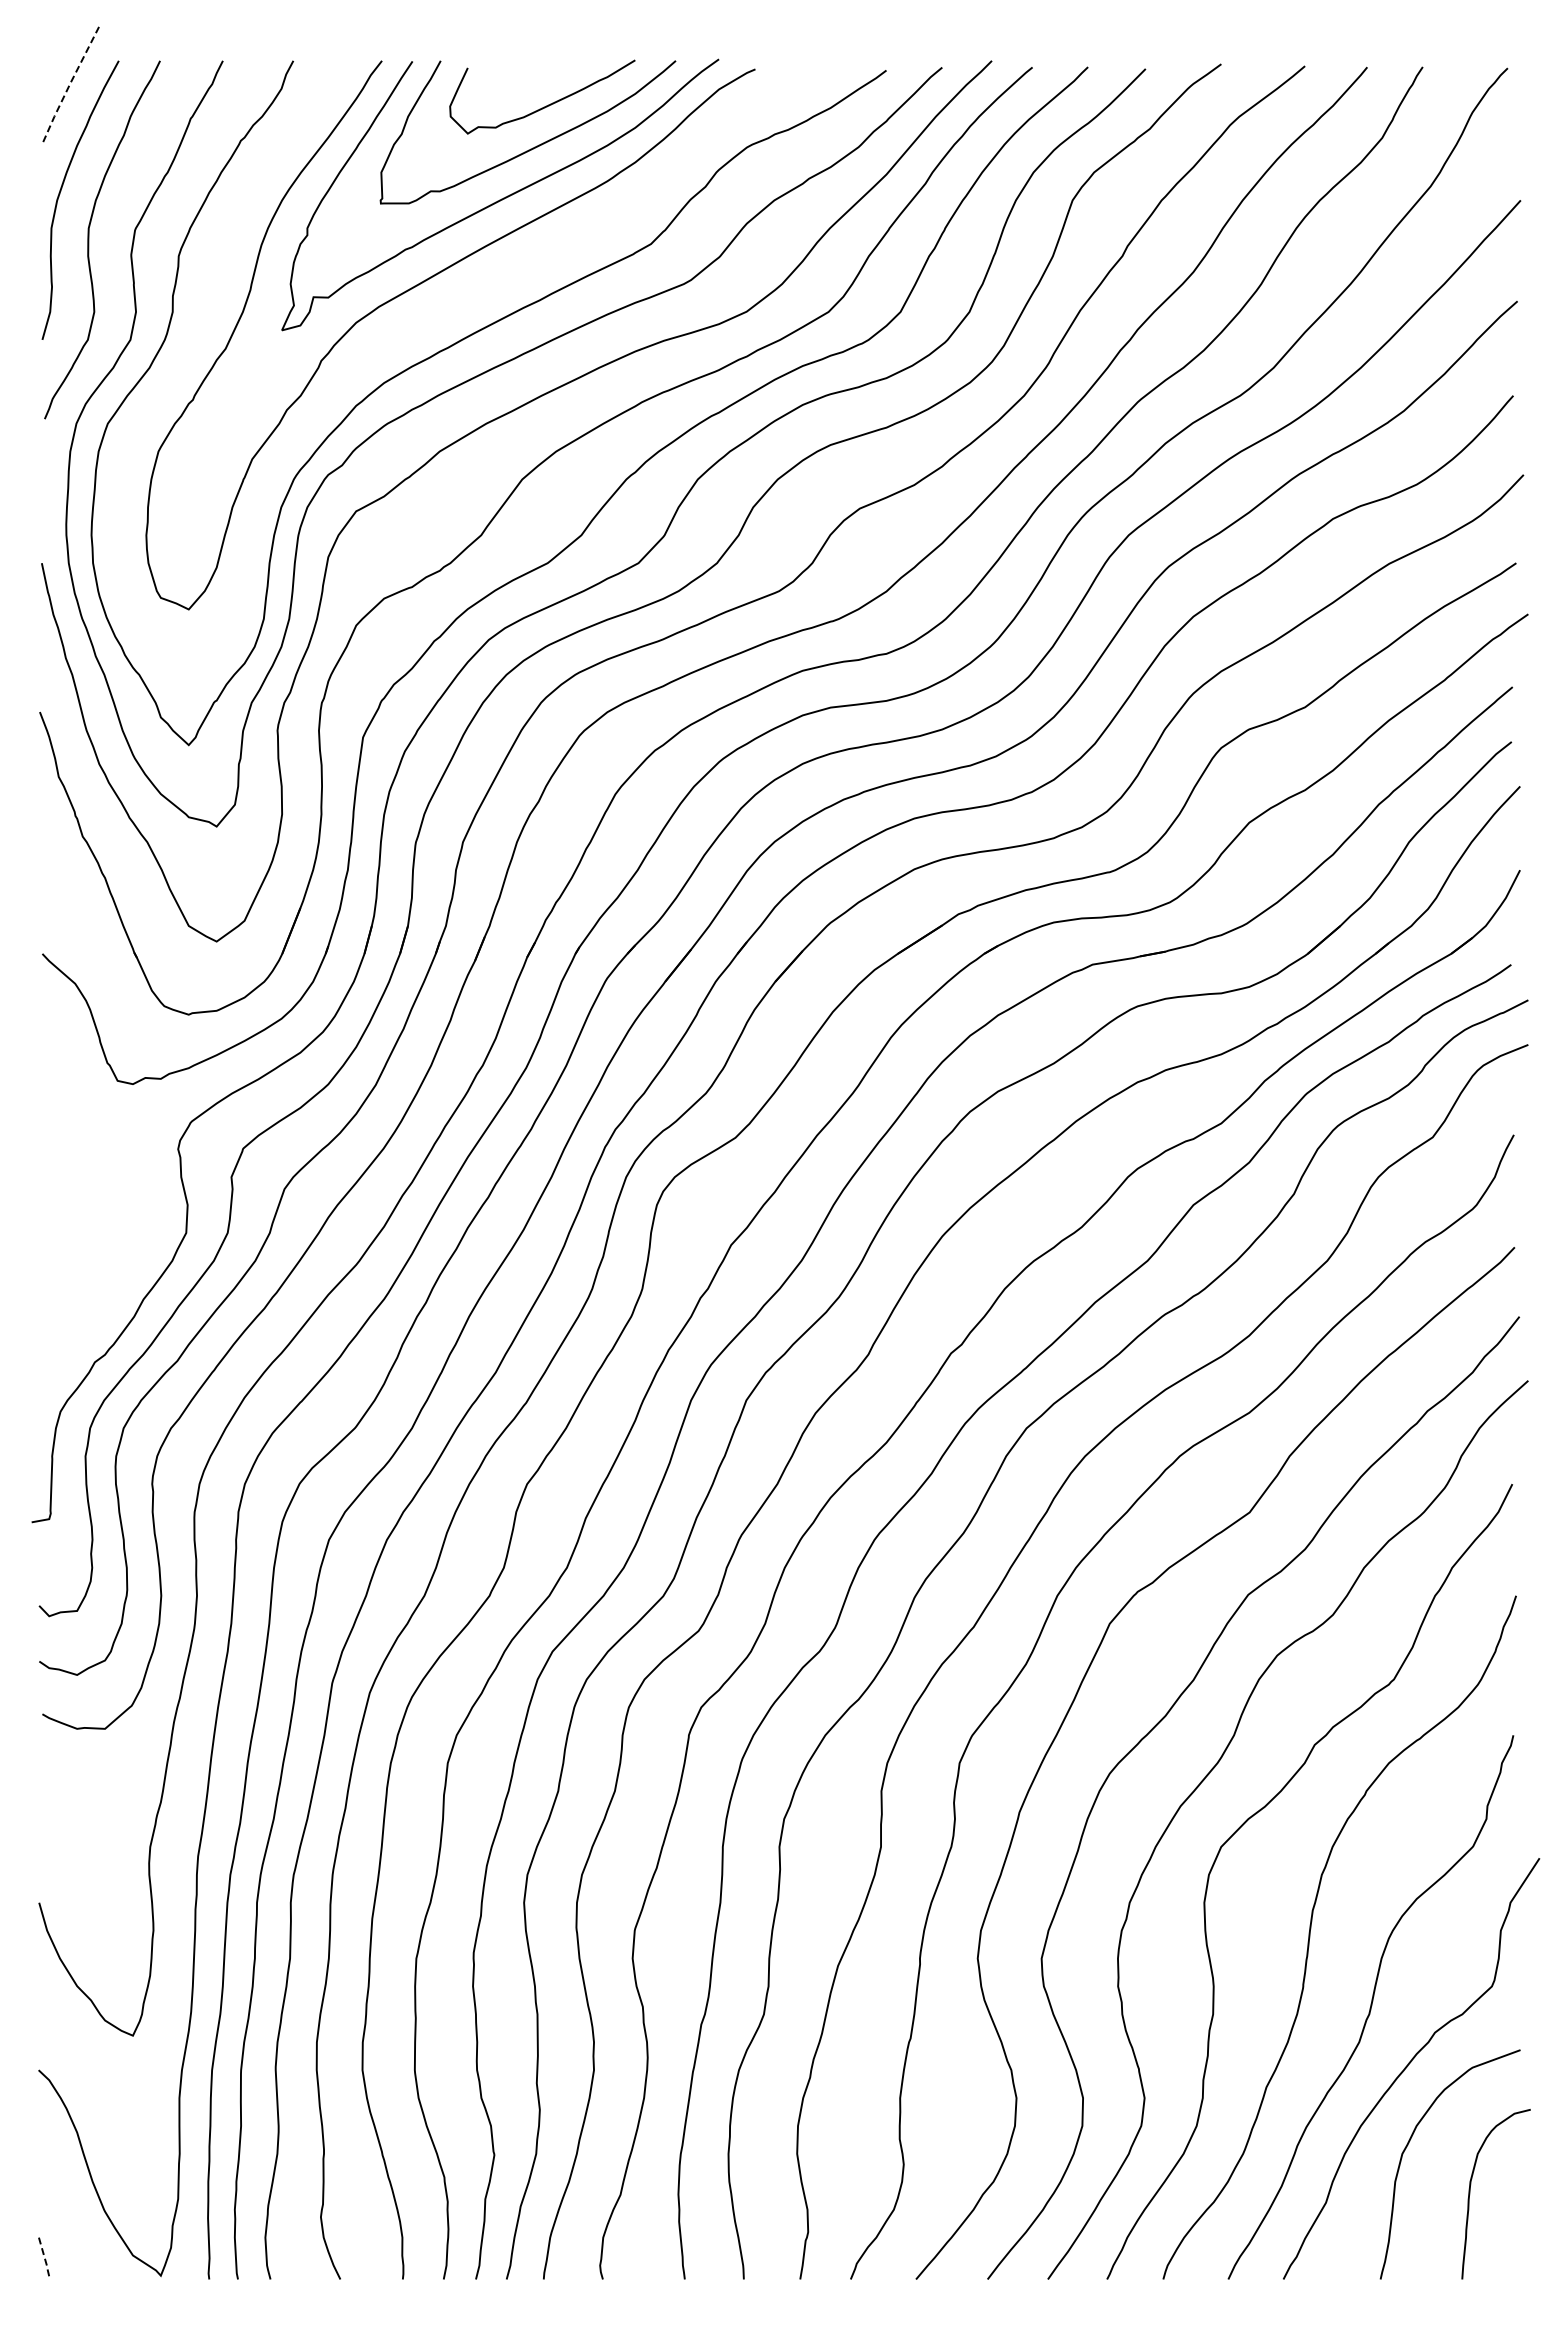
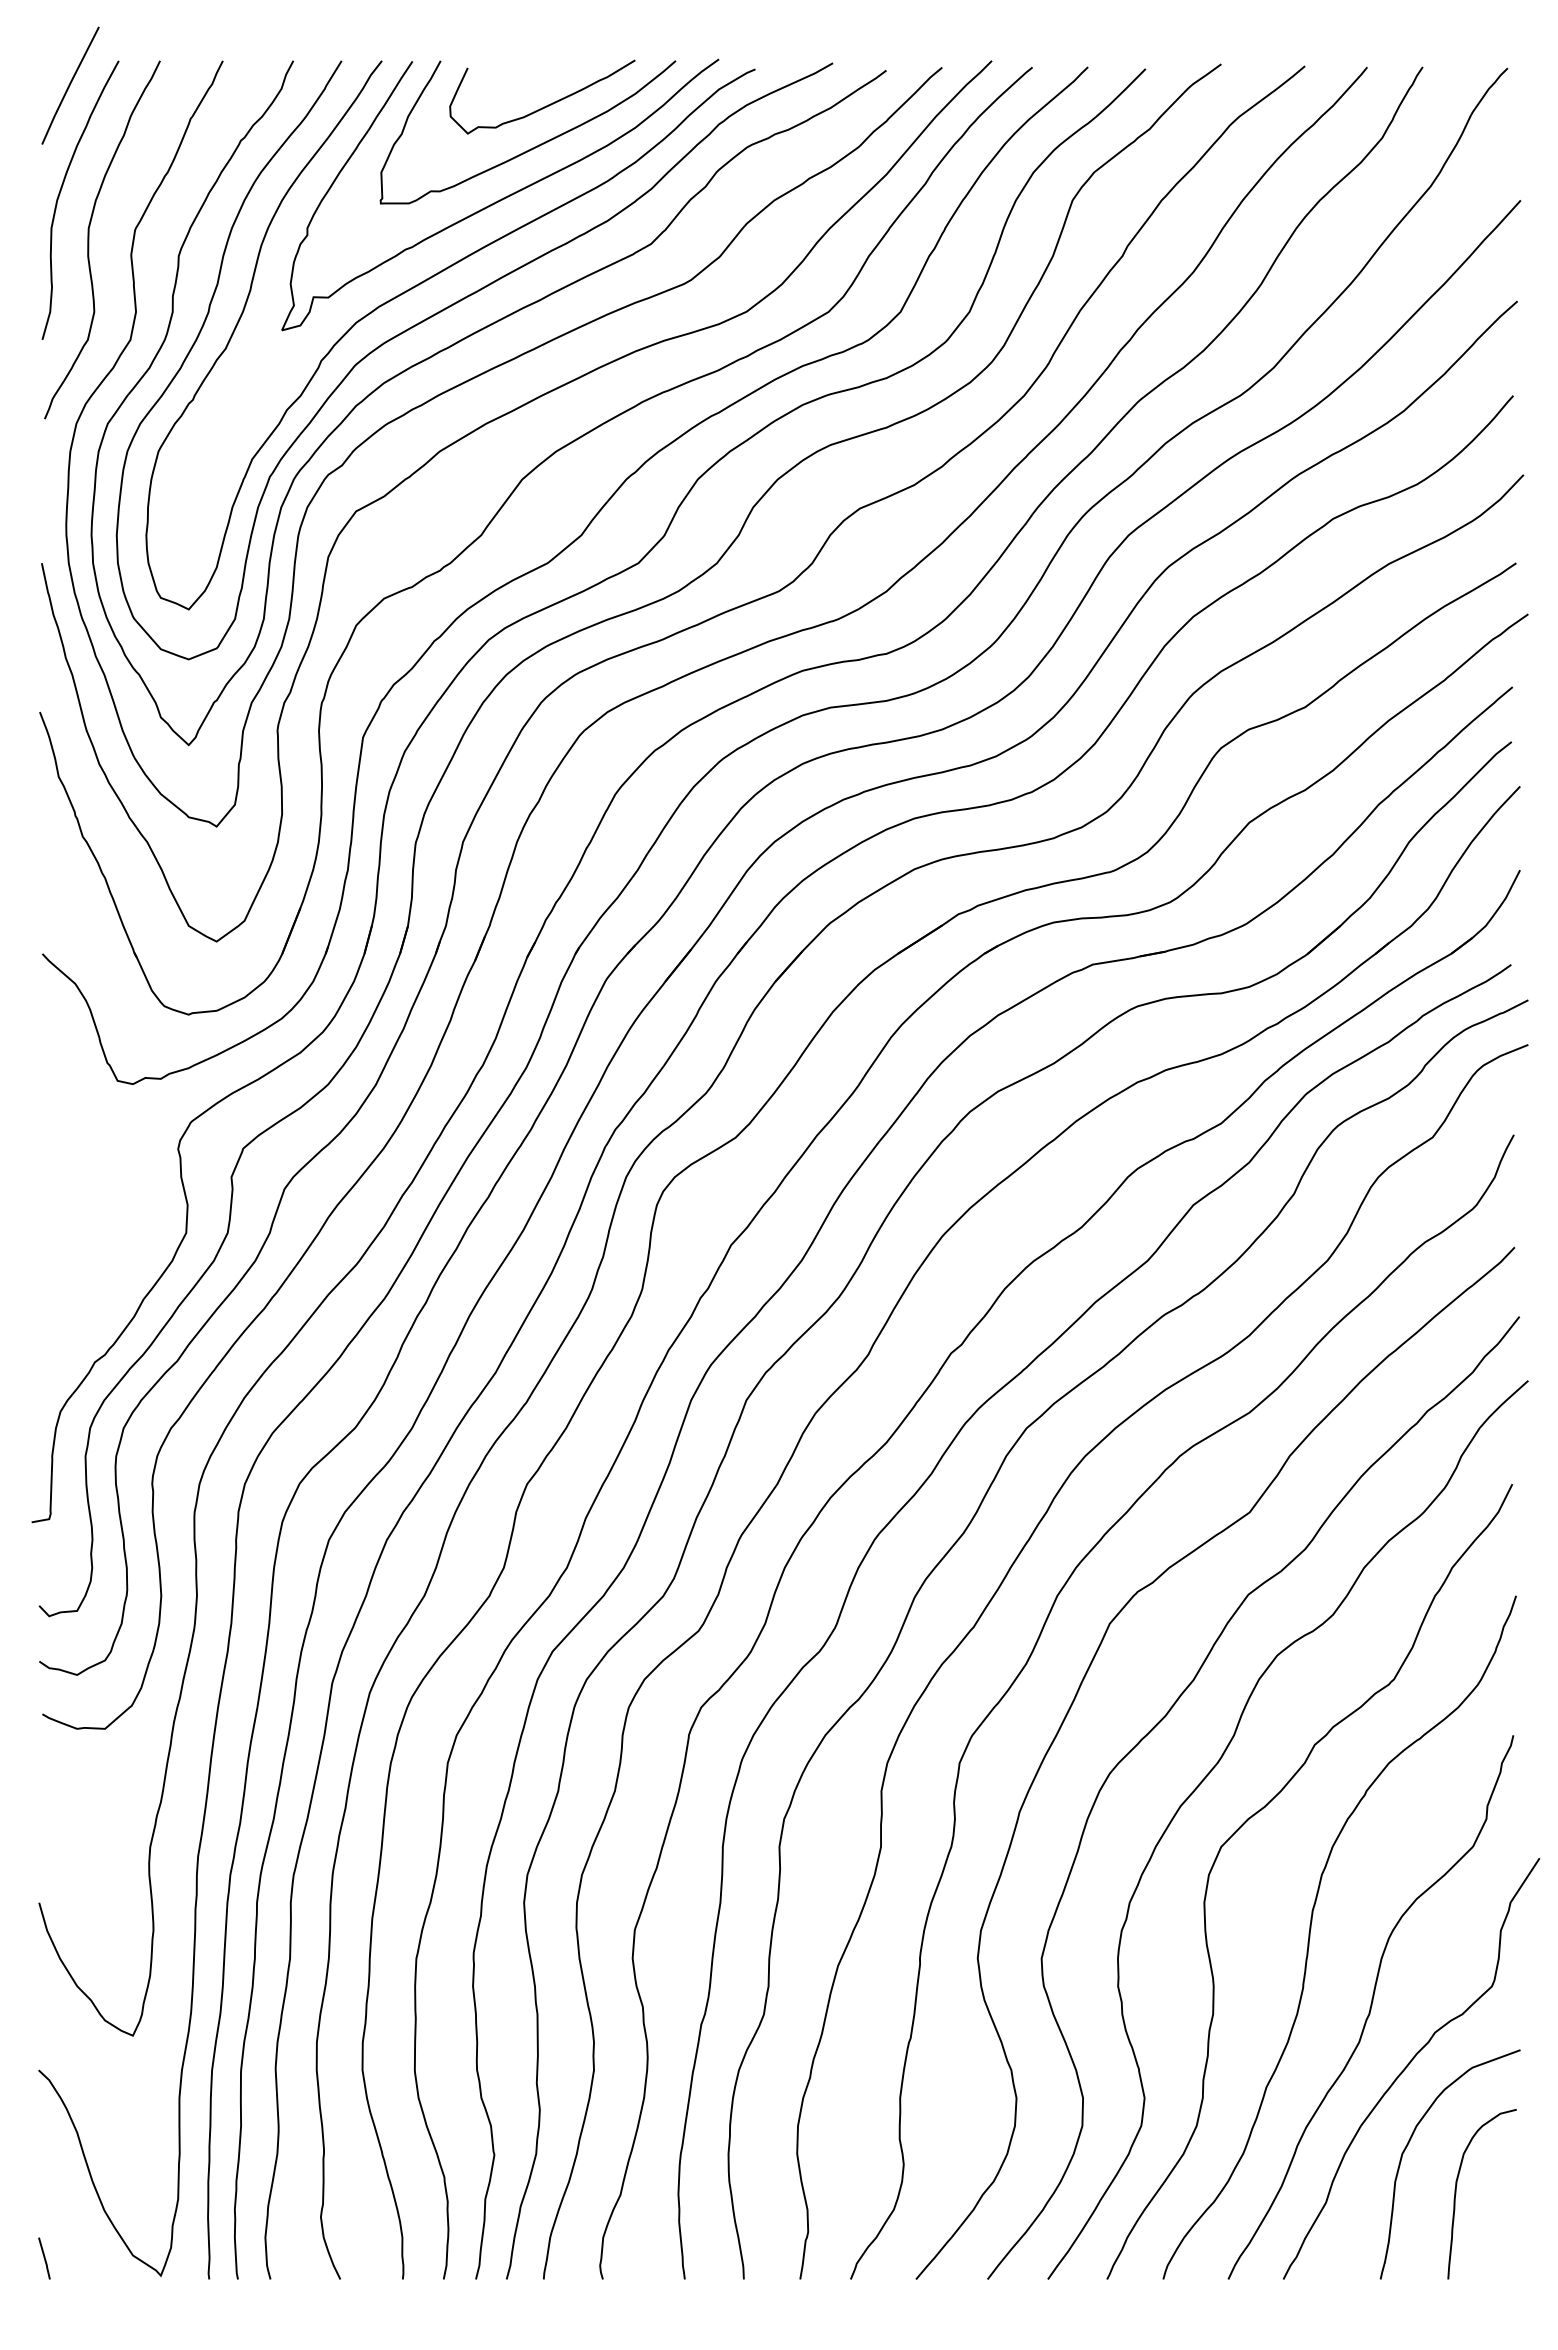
line at (69, 85): dashed -> solid
curve at (448, 308): none -> present
curve at (1470, 2194) position: (1470, 2194) -> (1456, 2194)
line at (45, 2259): dashed -> solid
